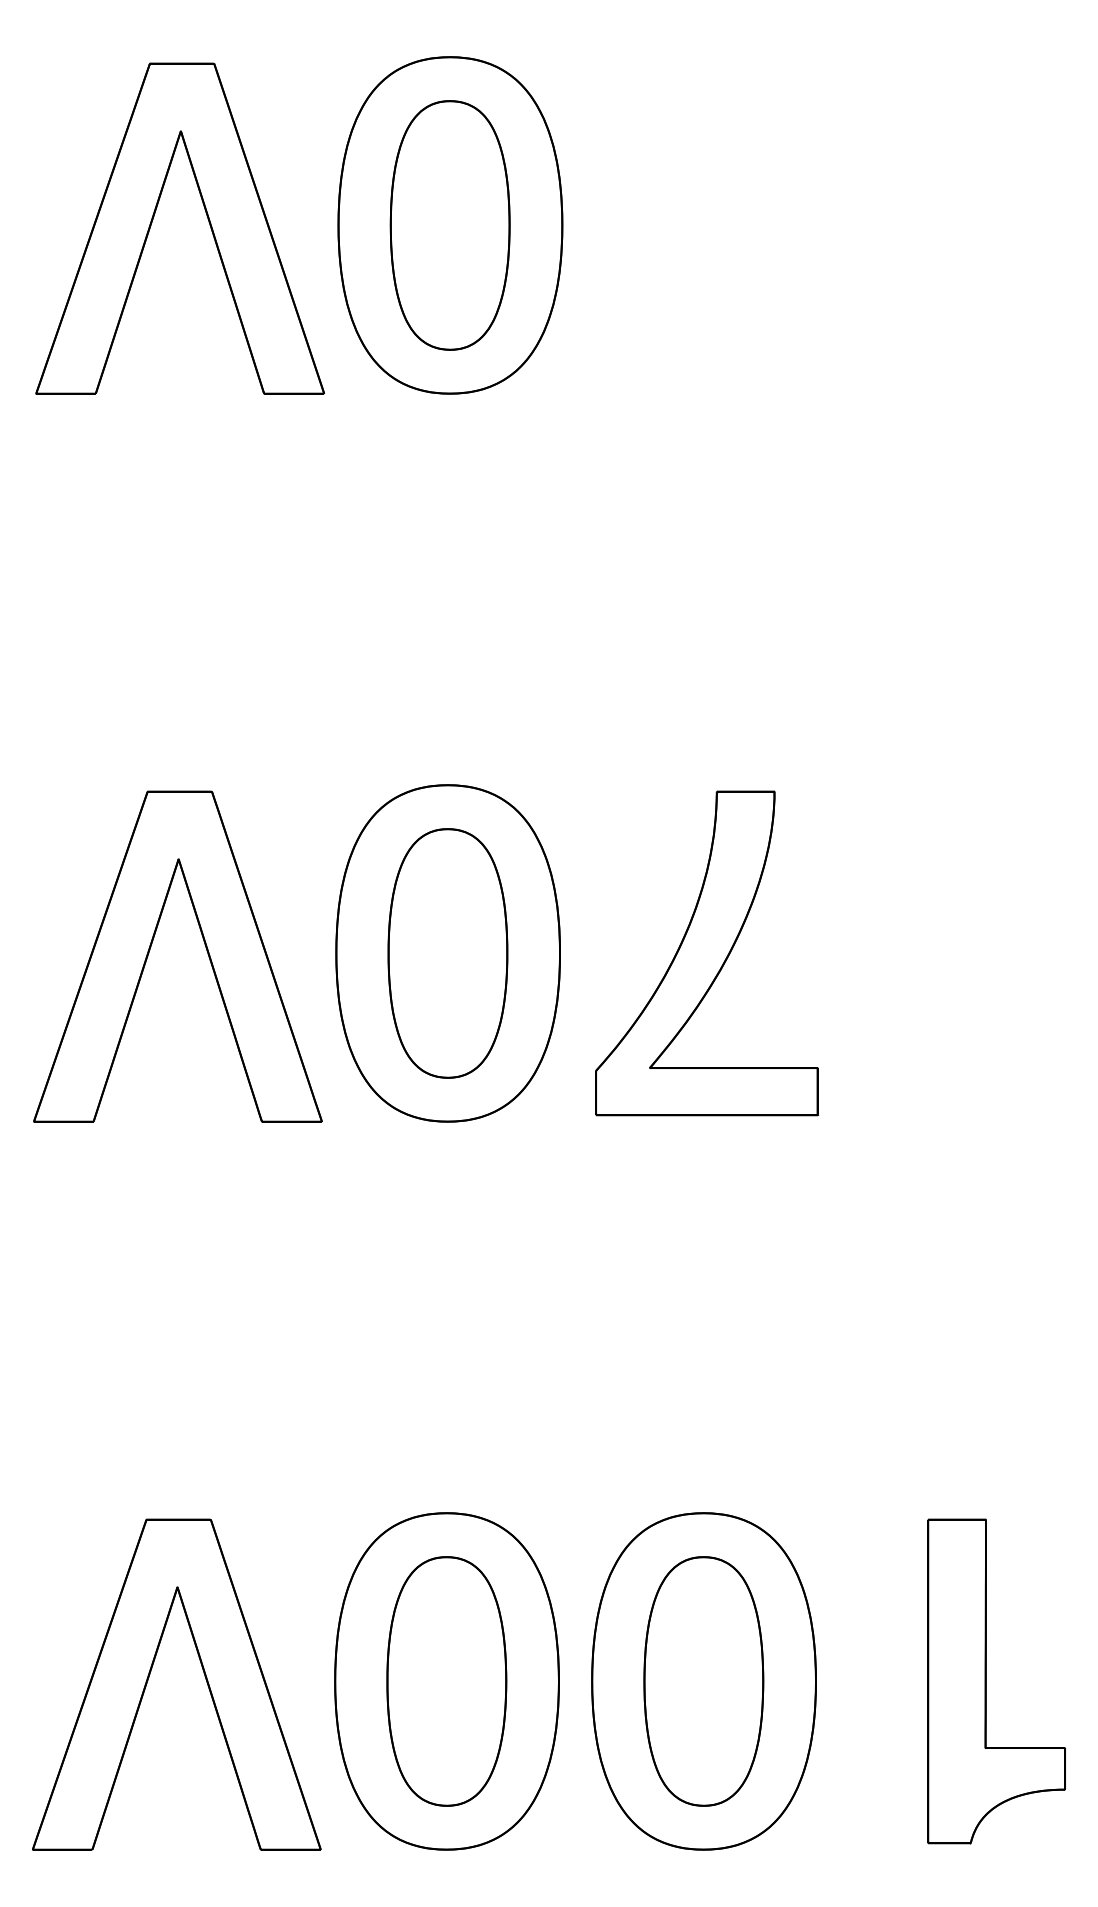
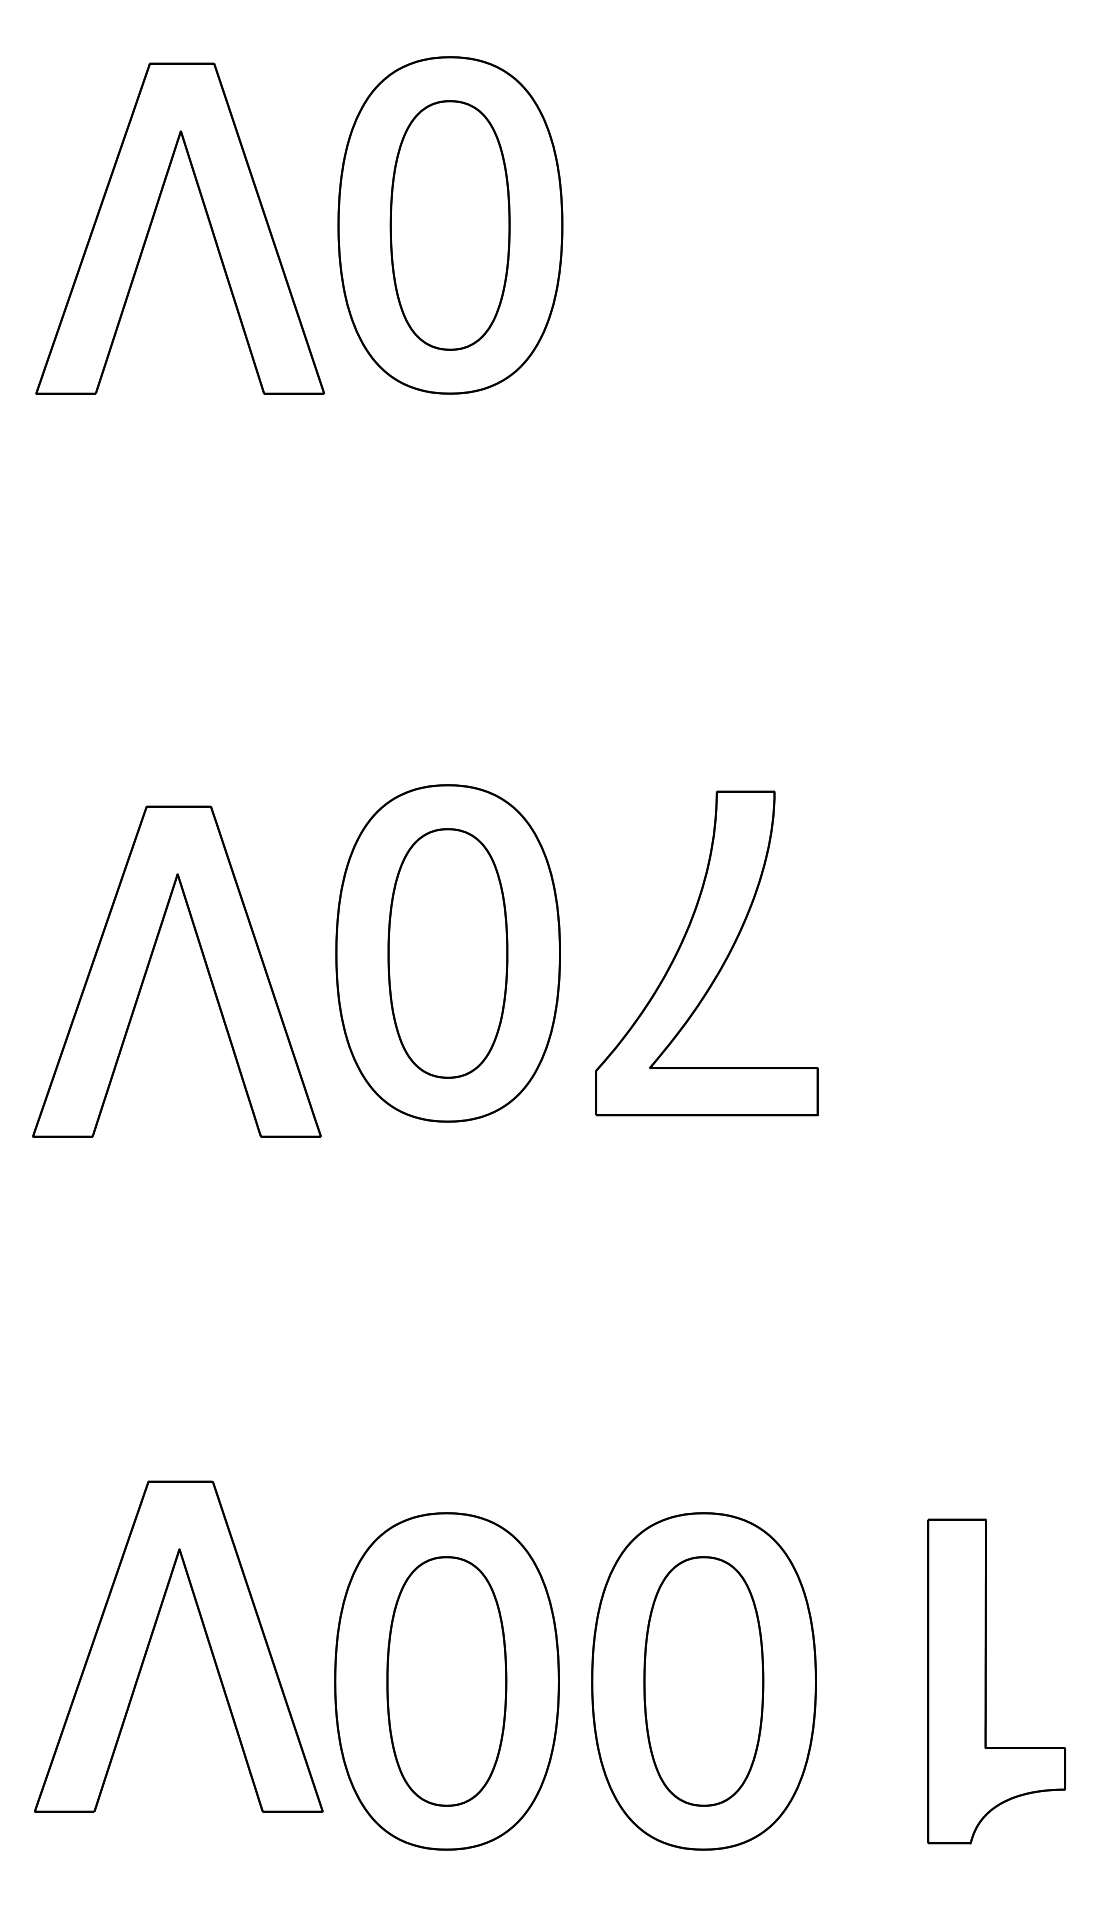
part at (151, 947) position: (151, 947) -> (150, 962)
part at (150, 1674) position: (150, 1674) -> (152, 1636)
